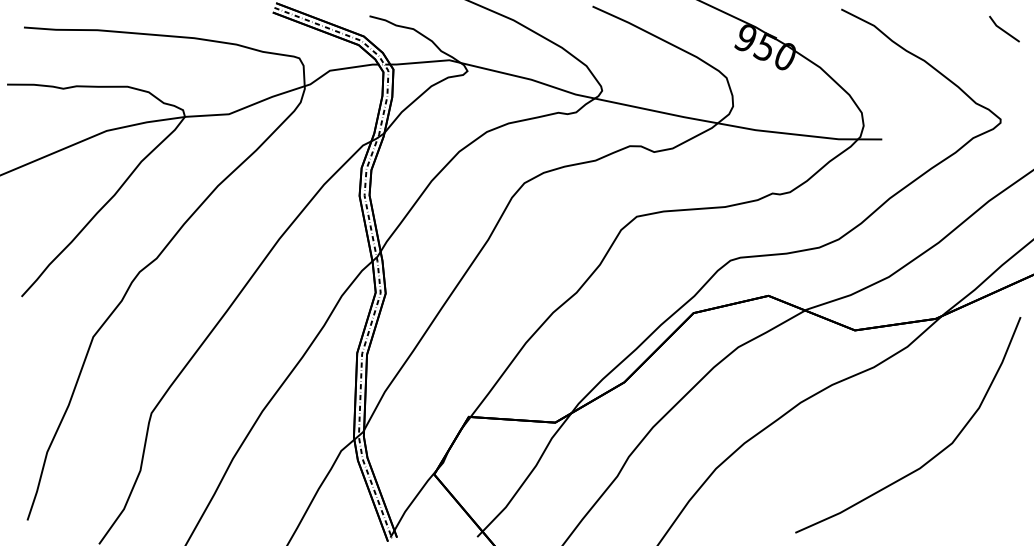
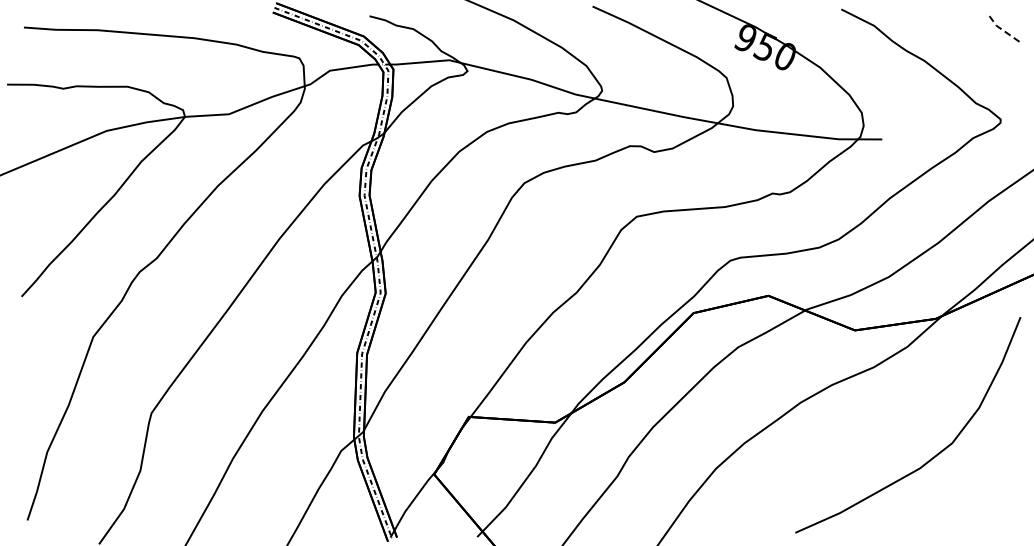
line at (1002, 30): solid -> dashed
